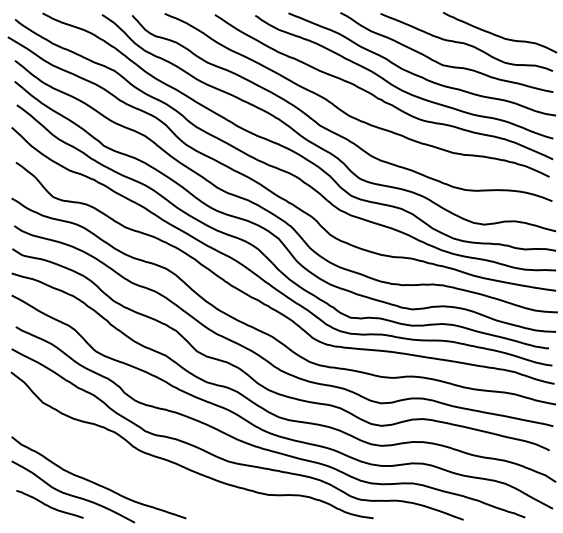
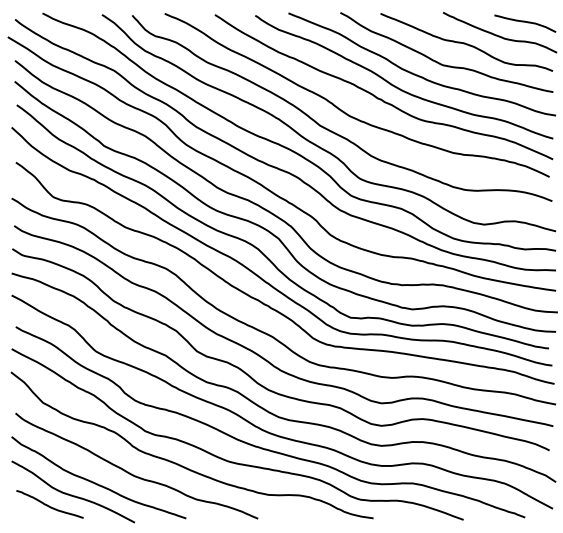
curve at (525, 22): none -> present
curve at (130, 472): none -> present
